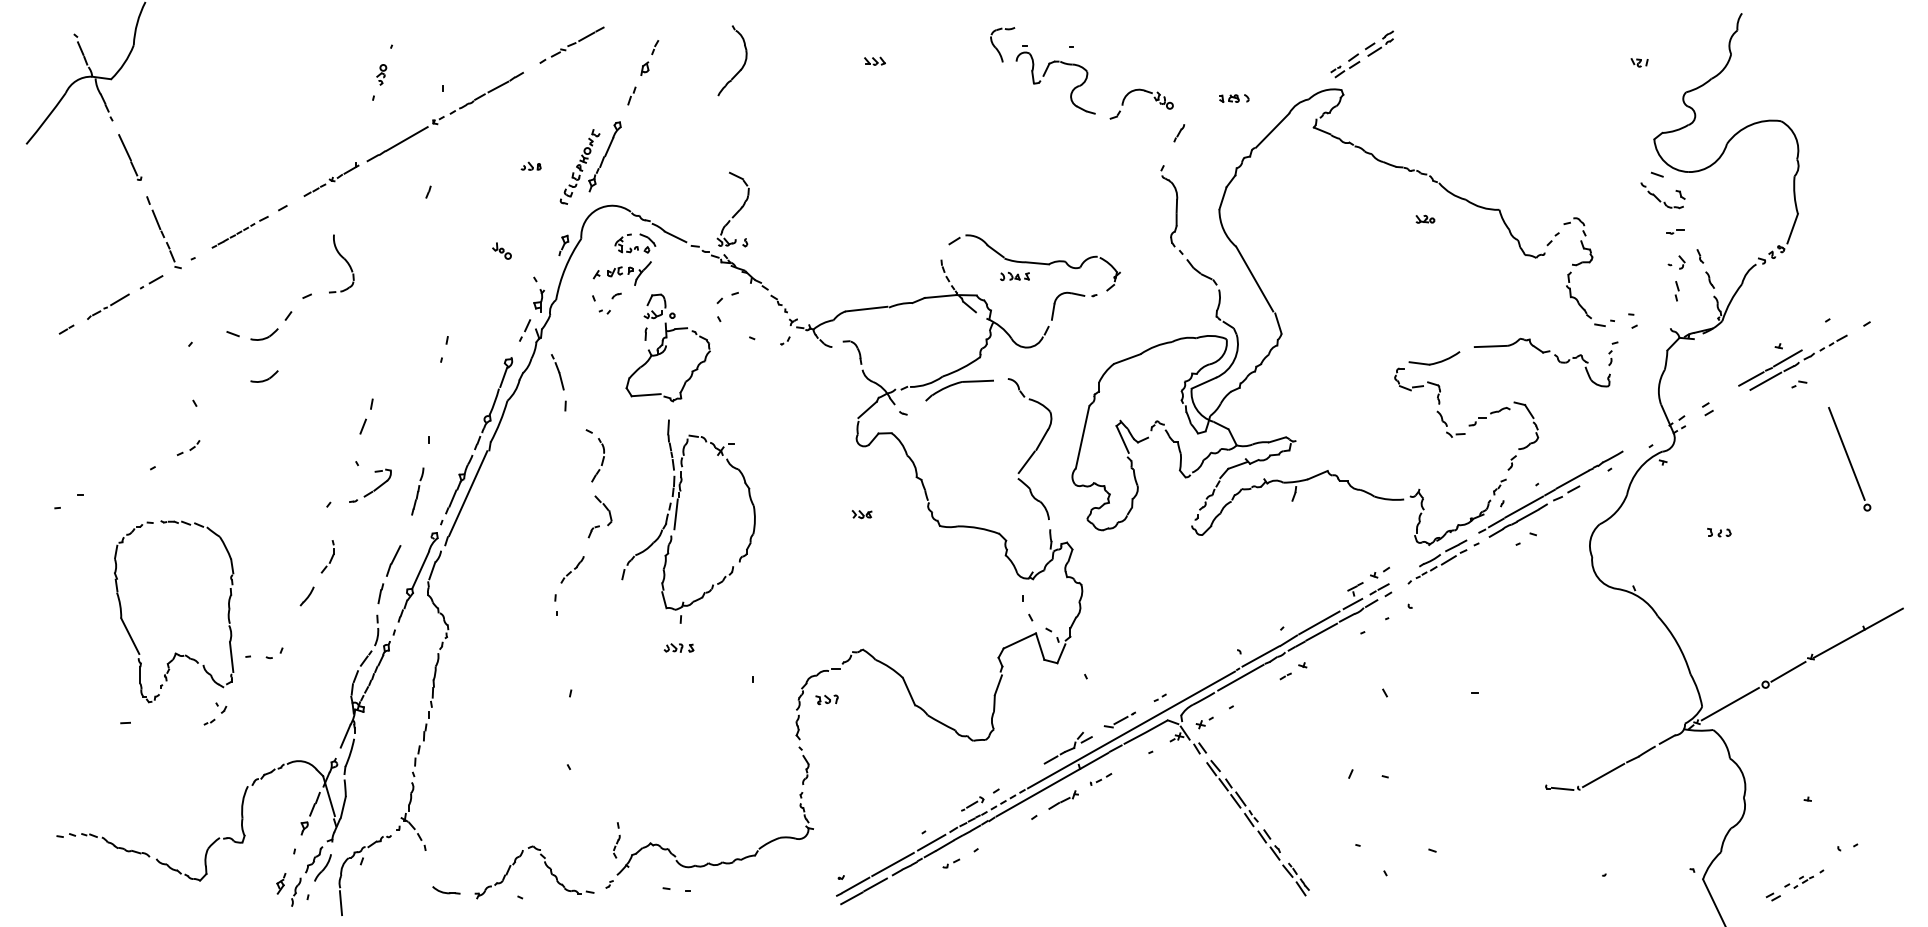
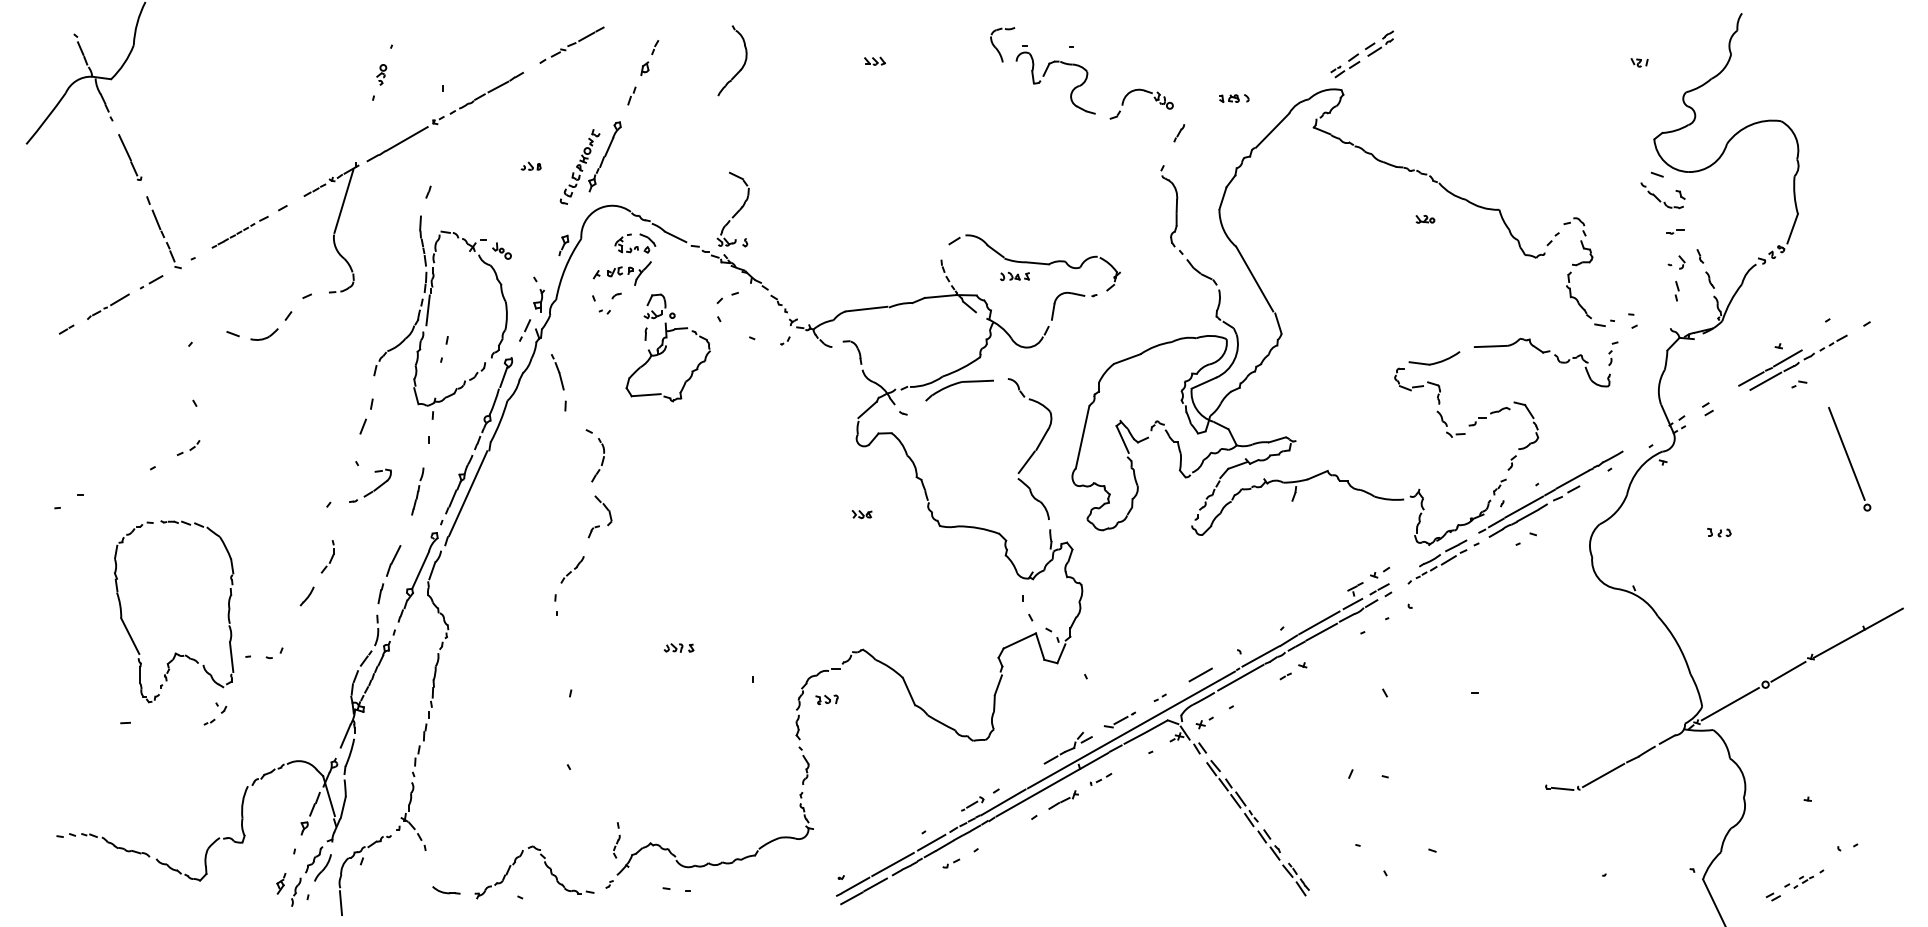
line at (343, 200): none -> present
part at (264, 376): present -> none
part at (676, 521) position: (676, 521) -> (428, 317)
line at (1200, 674): none -> present
line at (1003, 802): dashed -> solid
